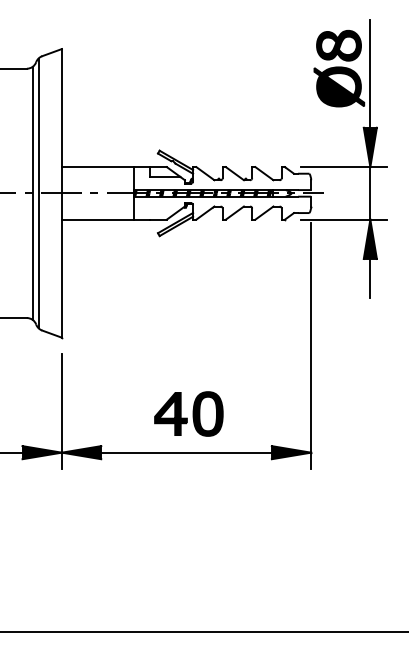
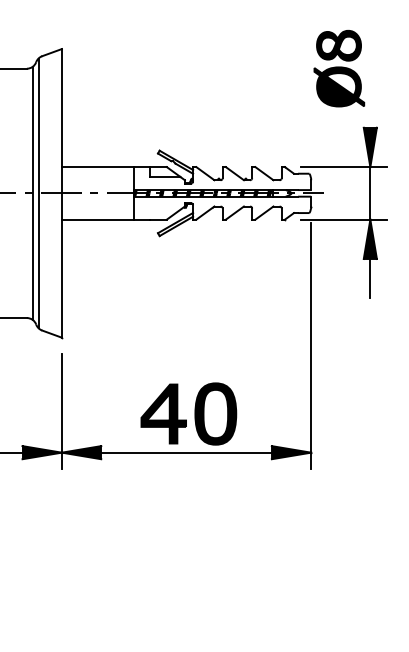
line at (370, 73): present -> none
part at (188, 413) size: 70x46 px -> 98x64 px
line at (203, 632): present -> none
